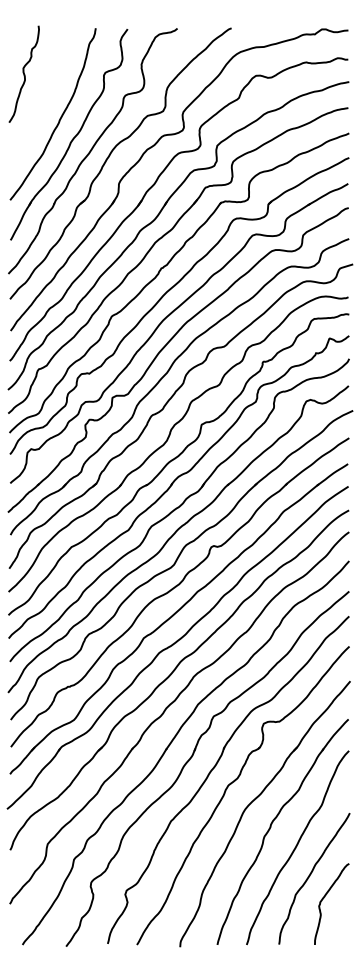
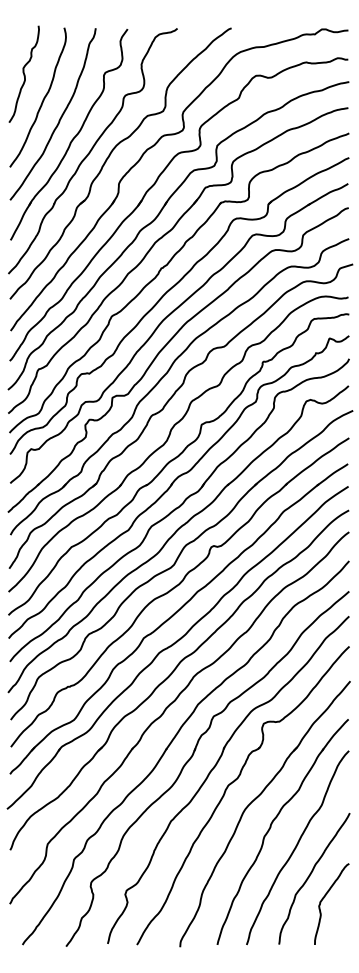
curve at (42, 99): none -> present
